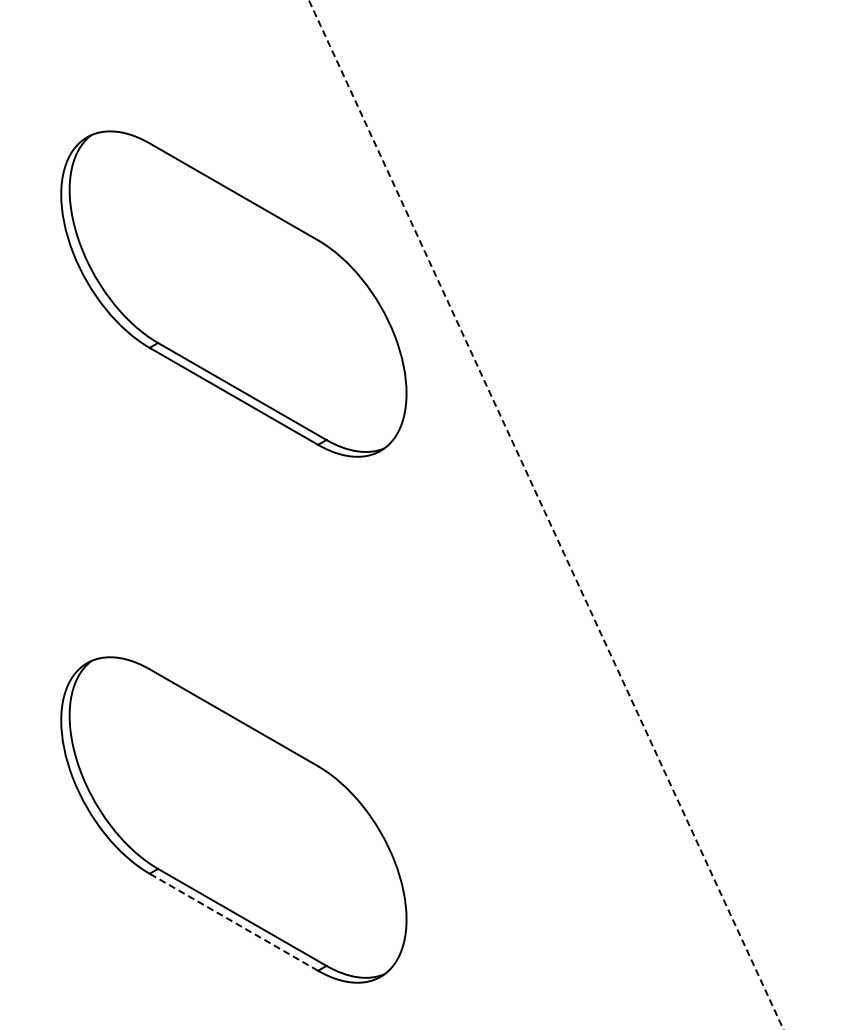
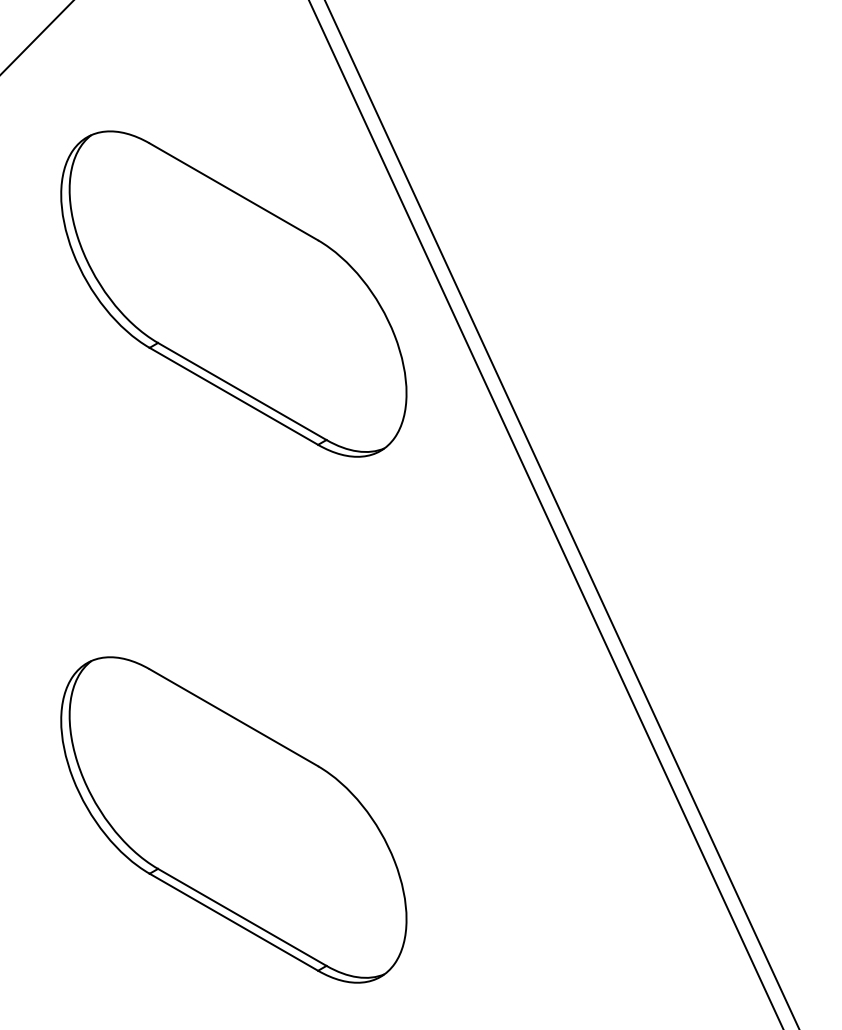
line at (36, 37): none -> present
line at (561, 514): none -> present
line at (546, 515): dashed -> solid
line at (233, 922): dashed -> solid
